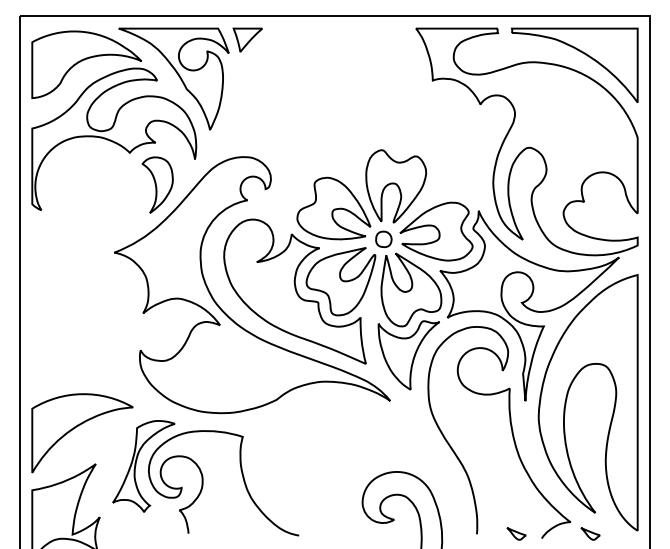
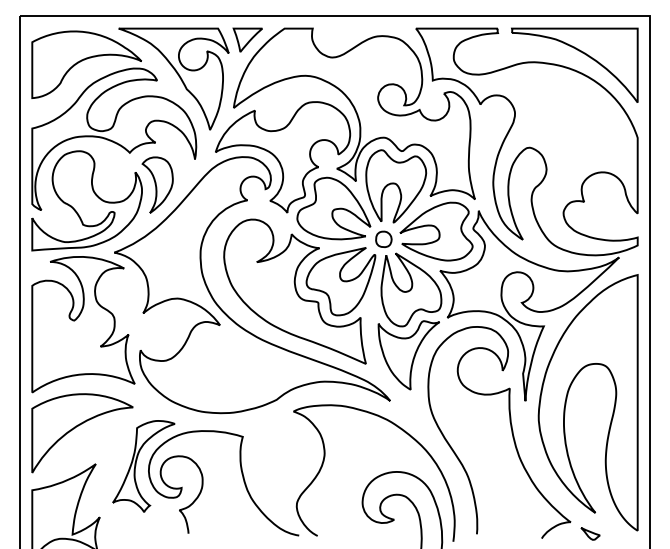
part at (345, 120): none -> present
part at (86, 271): none -> present
curve at (405, 433): none -> present
part at (516, 533): present -> none
